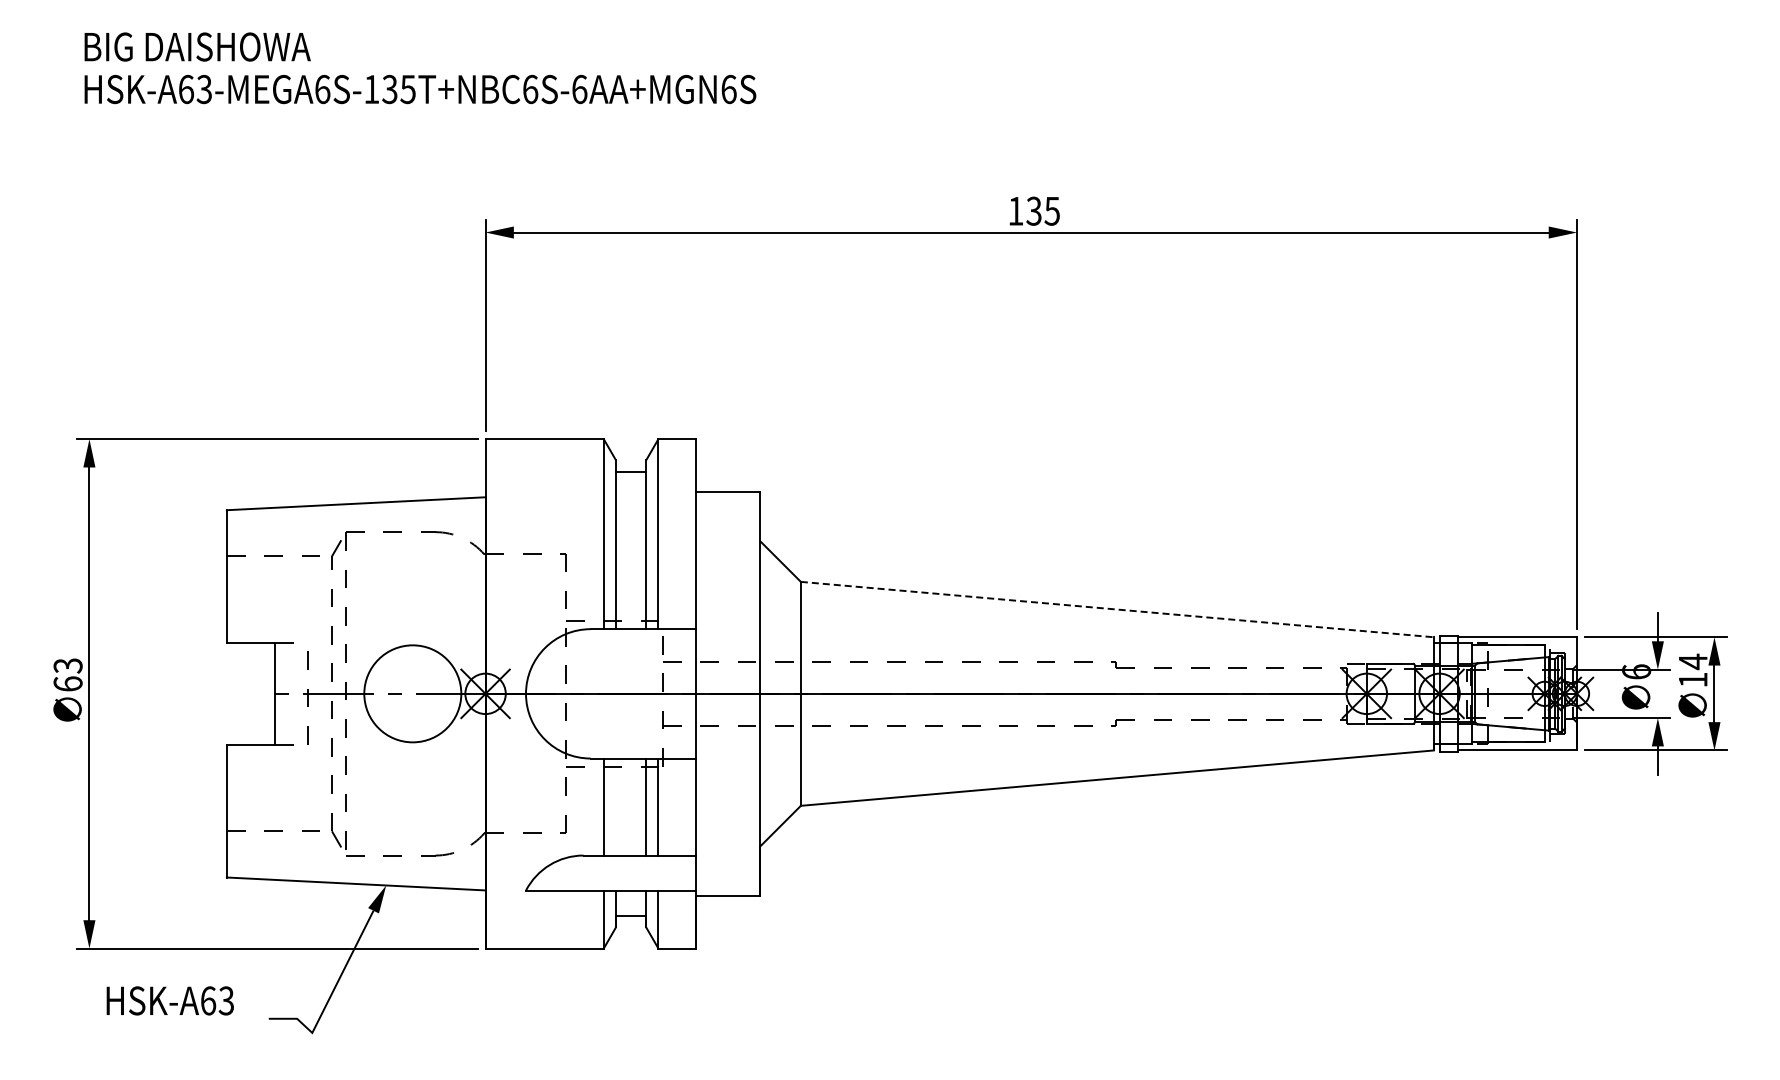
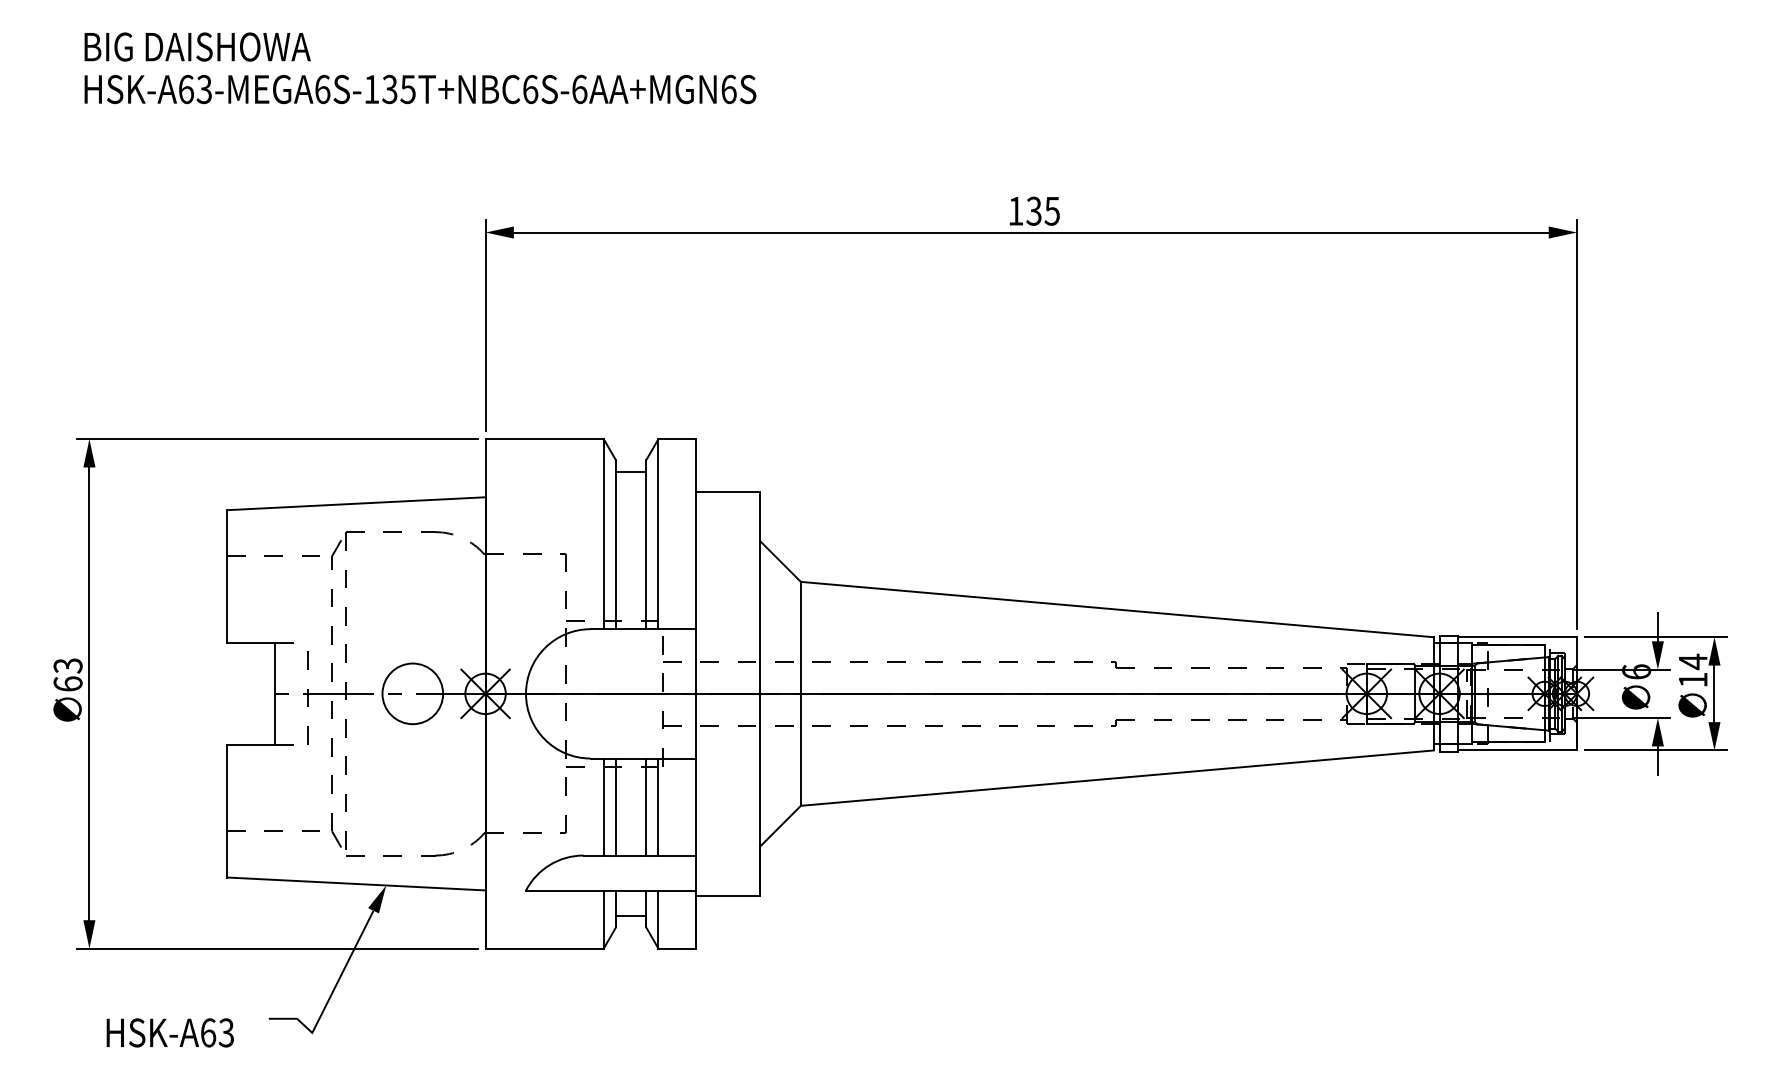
line at (1117, 609): dashed -> solid
circle at (412, 693) diameter: 97 px -> 61 px
line at (615, 806): none -> present
text at (169, 1000) position: (169, 1000) -> (169, 1032)
